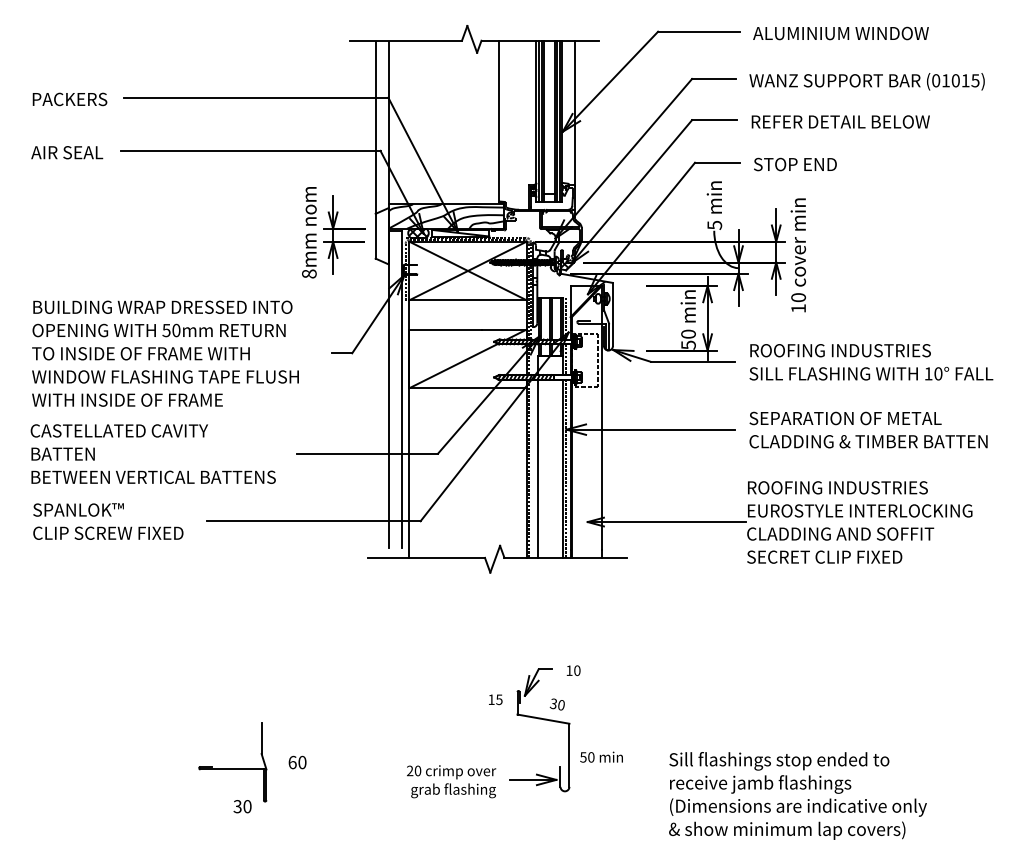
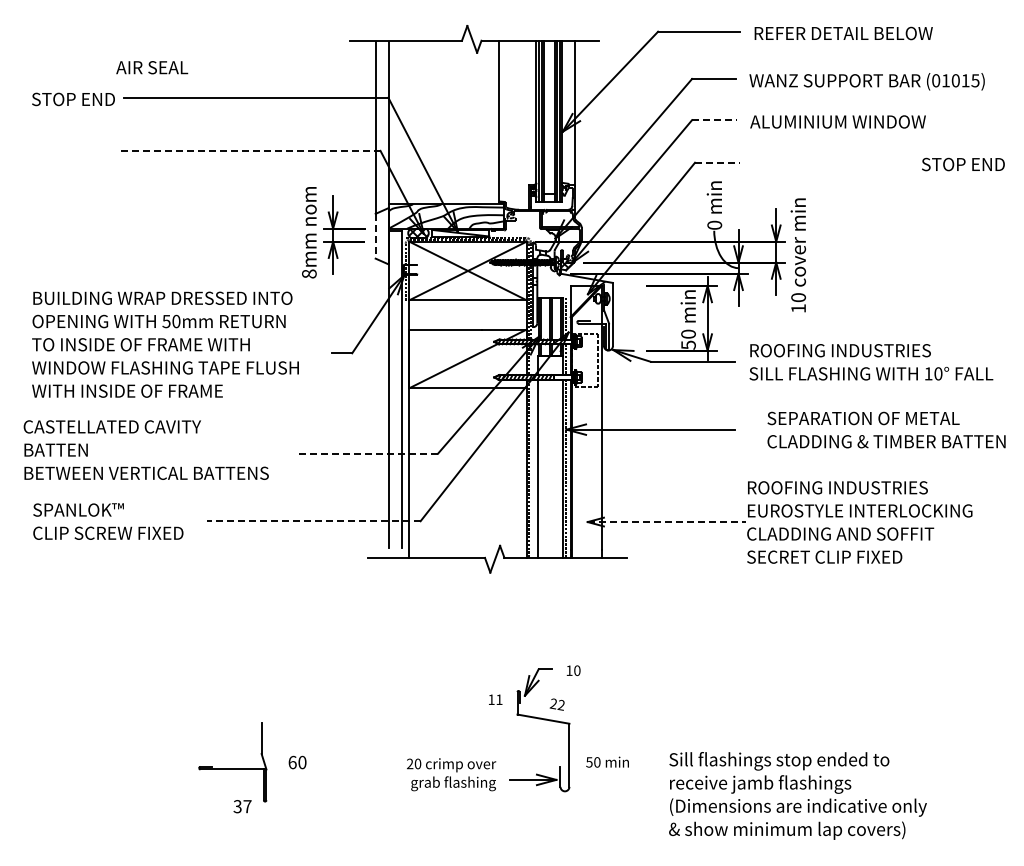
text at (842, 33): ALUMINIUM WINDOW -> REFER DETAIL BELOW
text at (73, 99): PACKERS -> STOP END
line at (714, 120): solid -> dashed
text at (839, 121): REFER DETAIL BELOW -> ALUMINIUM WINDOW
line at (250, 150): solid -> dashed
text at (67, 152) position: (67, 152) -> (152, 67)
line at (717, 162): solid -> dashed
text at (795, 164) position: (795, 164) -> (963, 164)
text at (714, 224): 5 -> 0
line at (375, 236): solid -> dashed
text at (165, 353) position: (165, 353) -> (165, 344)
text at (868, 429) position: (868, 429) -> (886, 429)
text at (152, 453) position: (152, 453) -> (145, 449)
line at (367, 453): solid -> dashed
line at (313, 521): solid -> dashed
line at (667, 522): solid -> dashed
text at (499, 699): 15 -> 11
text at (556, 704): 30 -> 22
text at (601, 756) position: (601, 756) -> (607, 761)
text at (451, 781) position: (451, 781) -> (451, 774)
text at (247, 806): 30 -> 37
